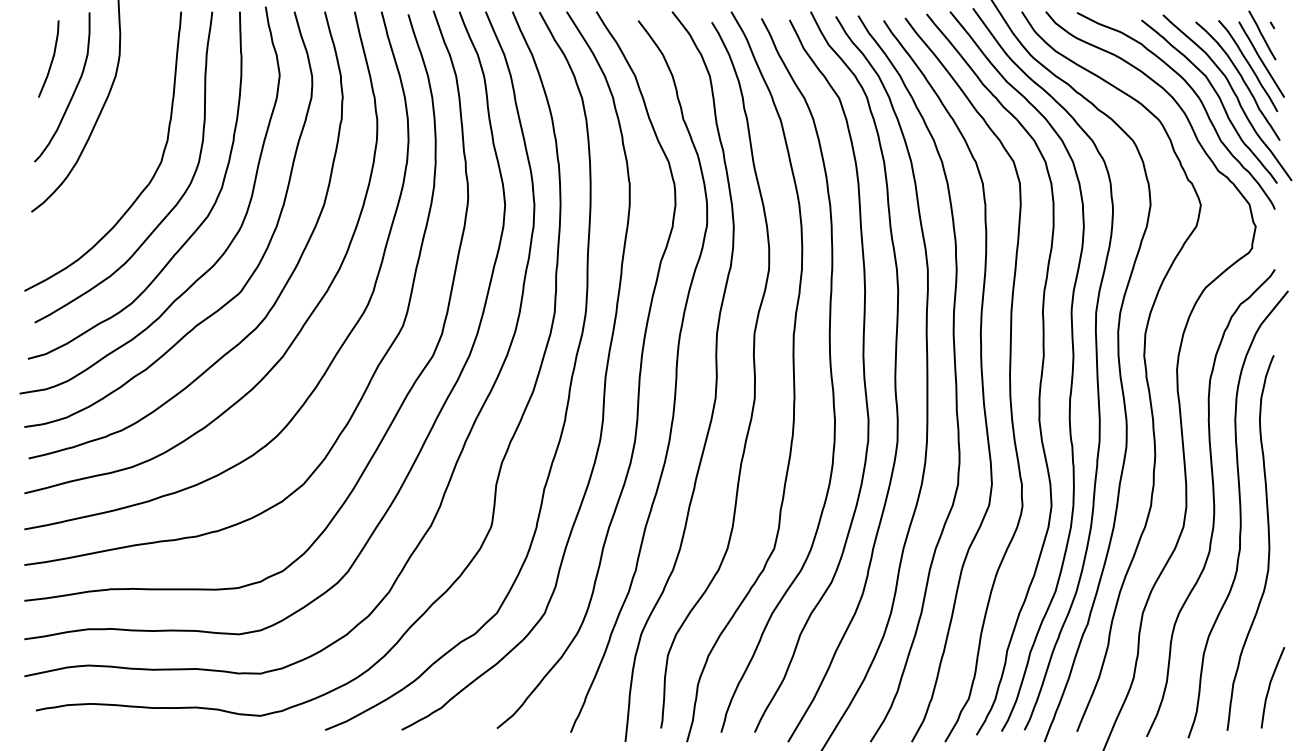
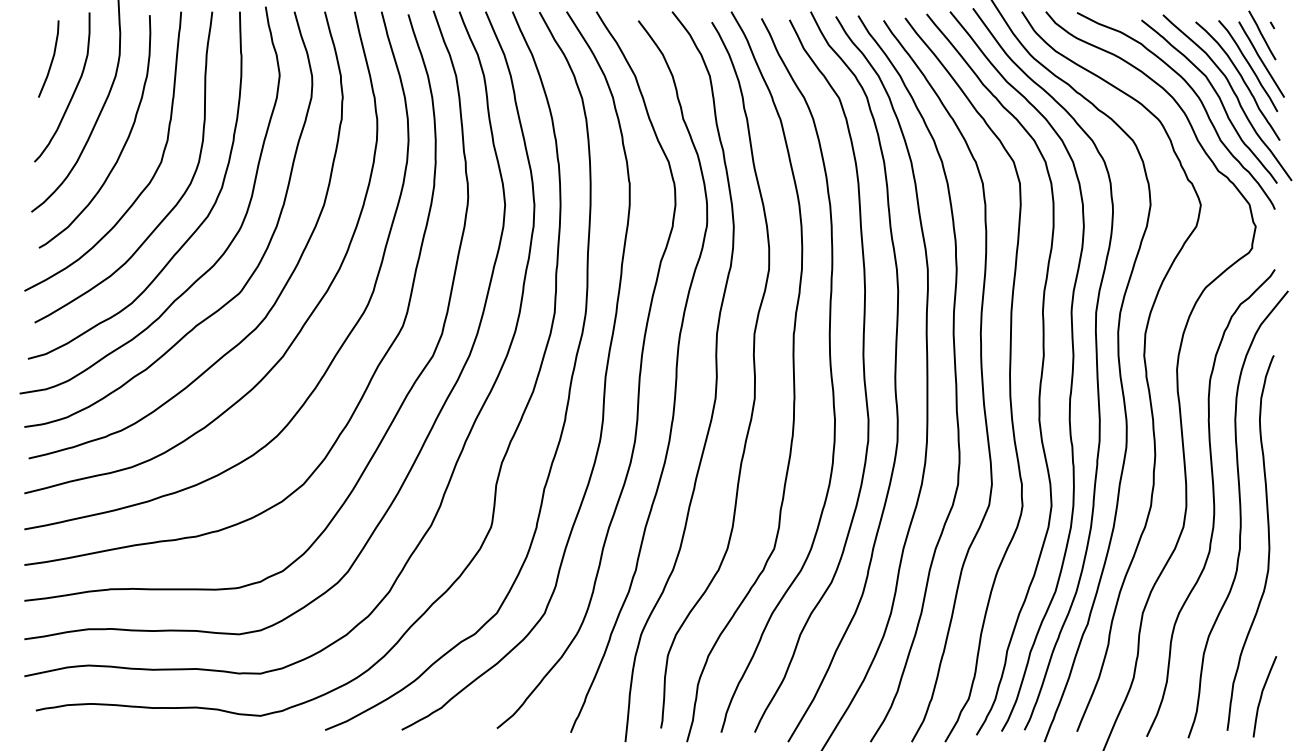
curve at (123, 145): none -> present
curve at (1270, 687) position: (1270, 687) -> (1262, 696)
